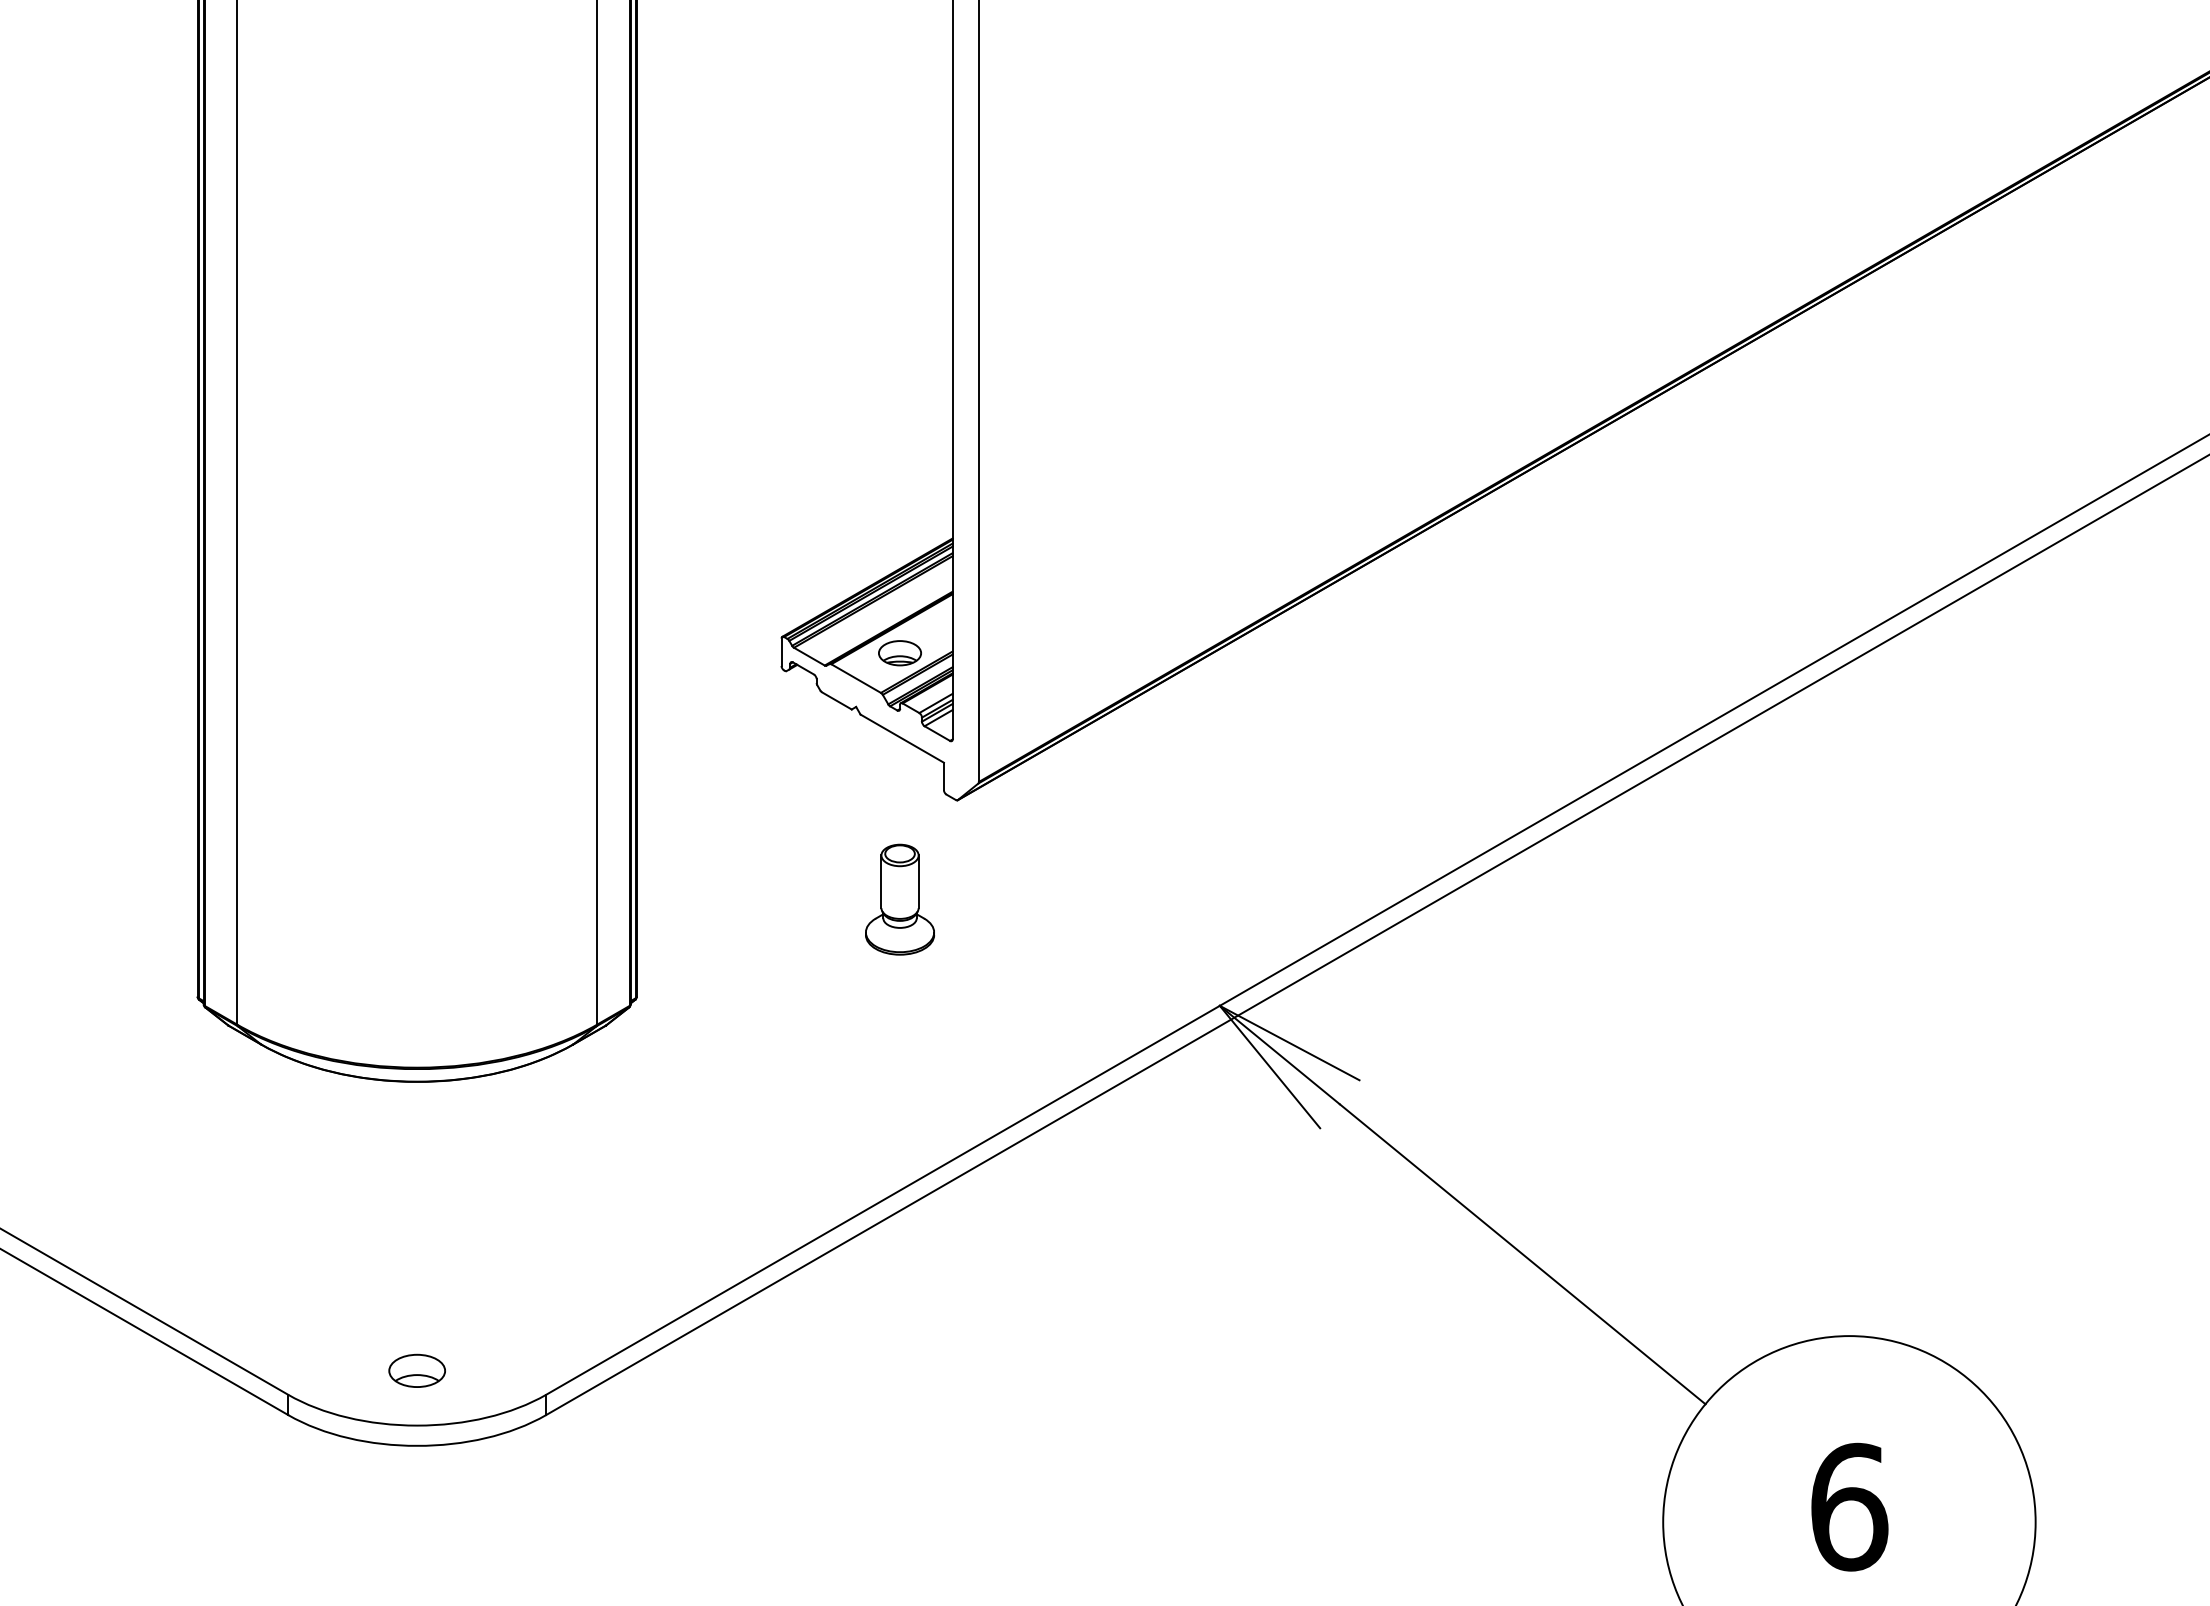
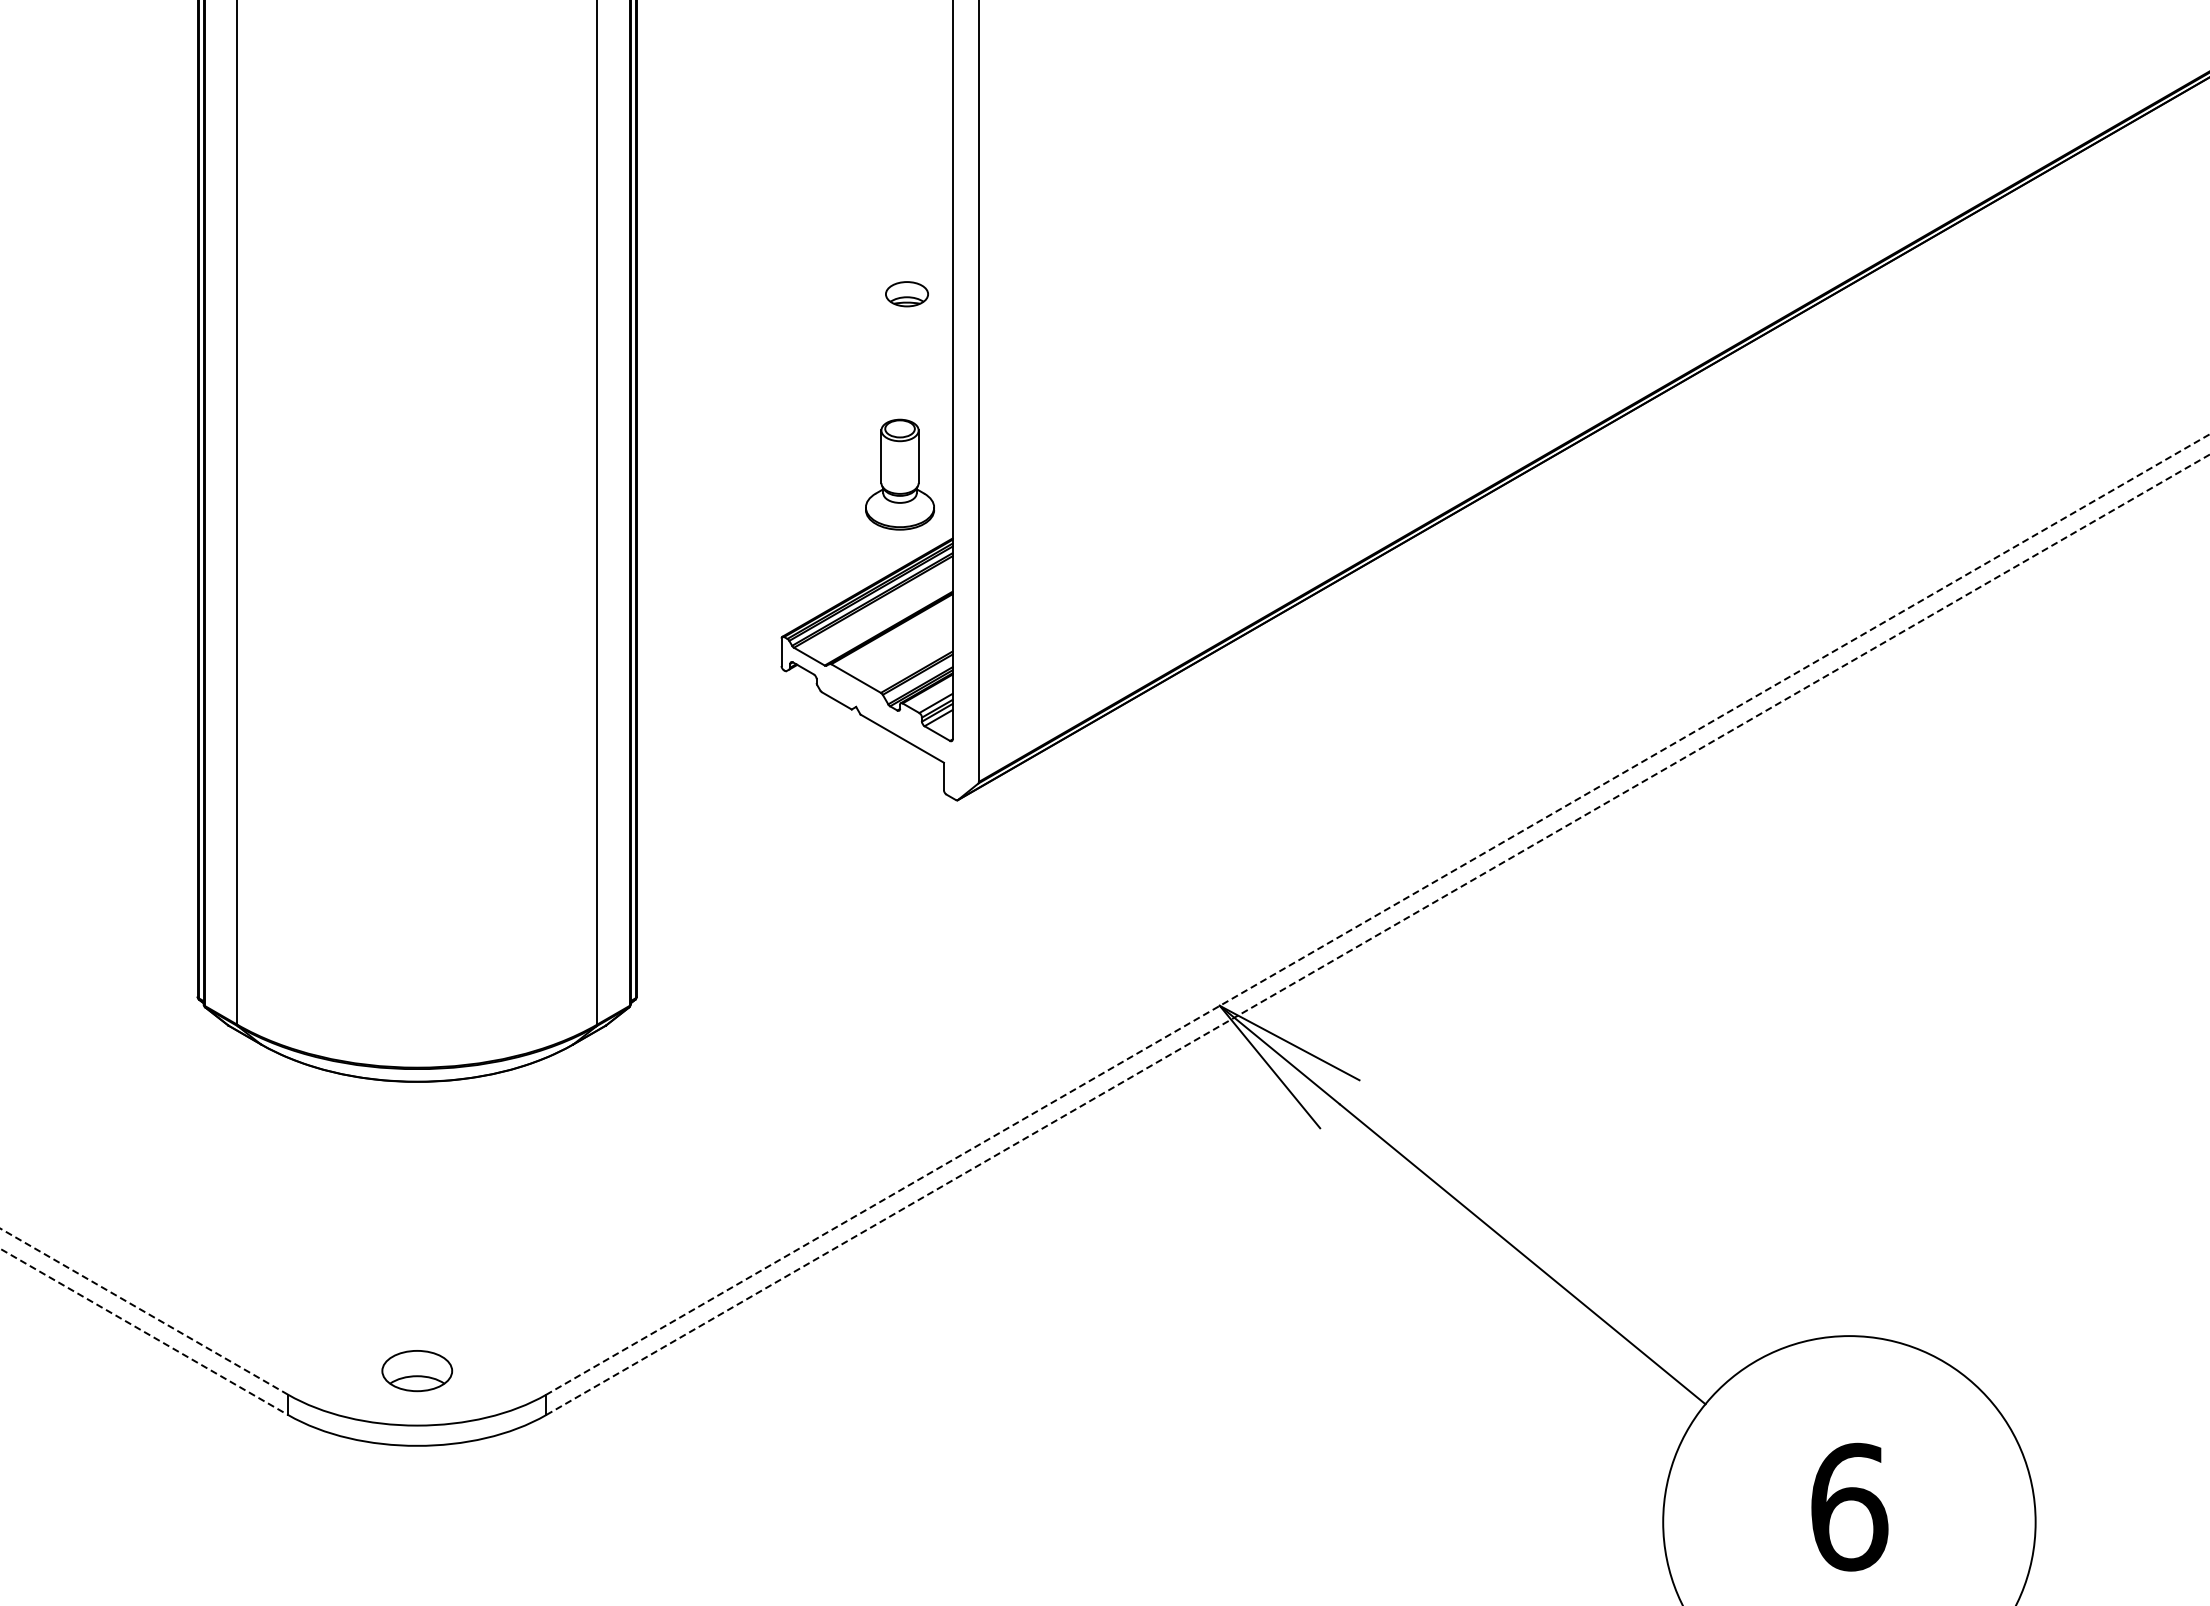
part at (899, 653) position: (899, 653) -> (906, 294)
part at (900, 899) position: (900, 899) -> (900, 474)
line at (1377, 914): solid -> dashed
line at (1378, 934): solid -> dashed
line at (143, 1311): solid -> dashed
line at (144, 1332): solid -> dashed
part at (416, 1370) size: 58x35 px -> 73x43 px
